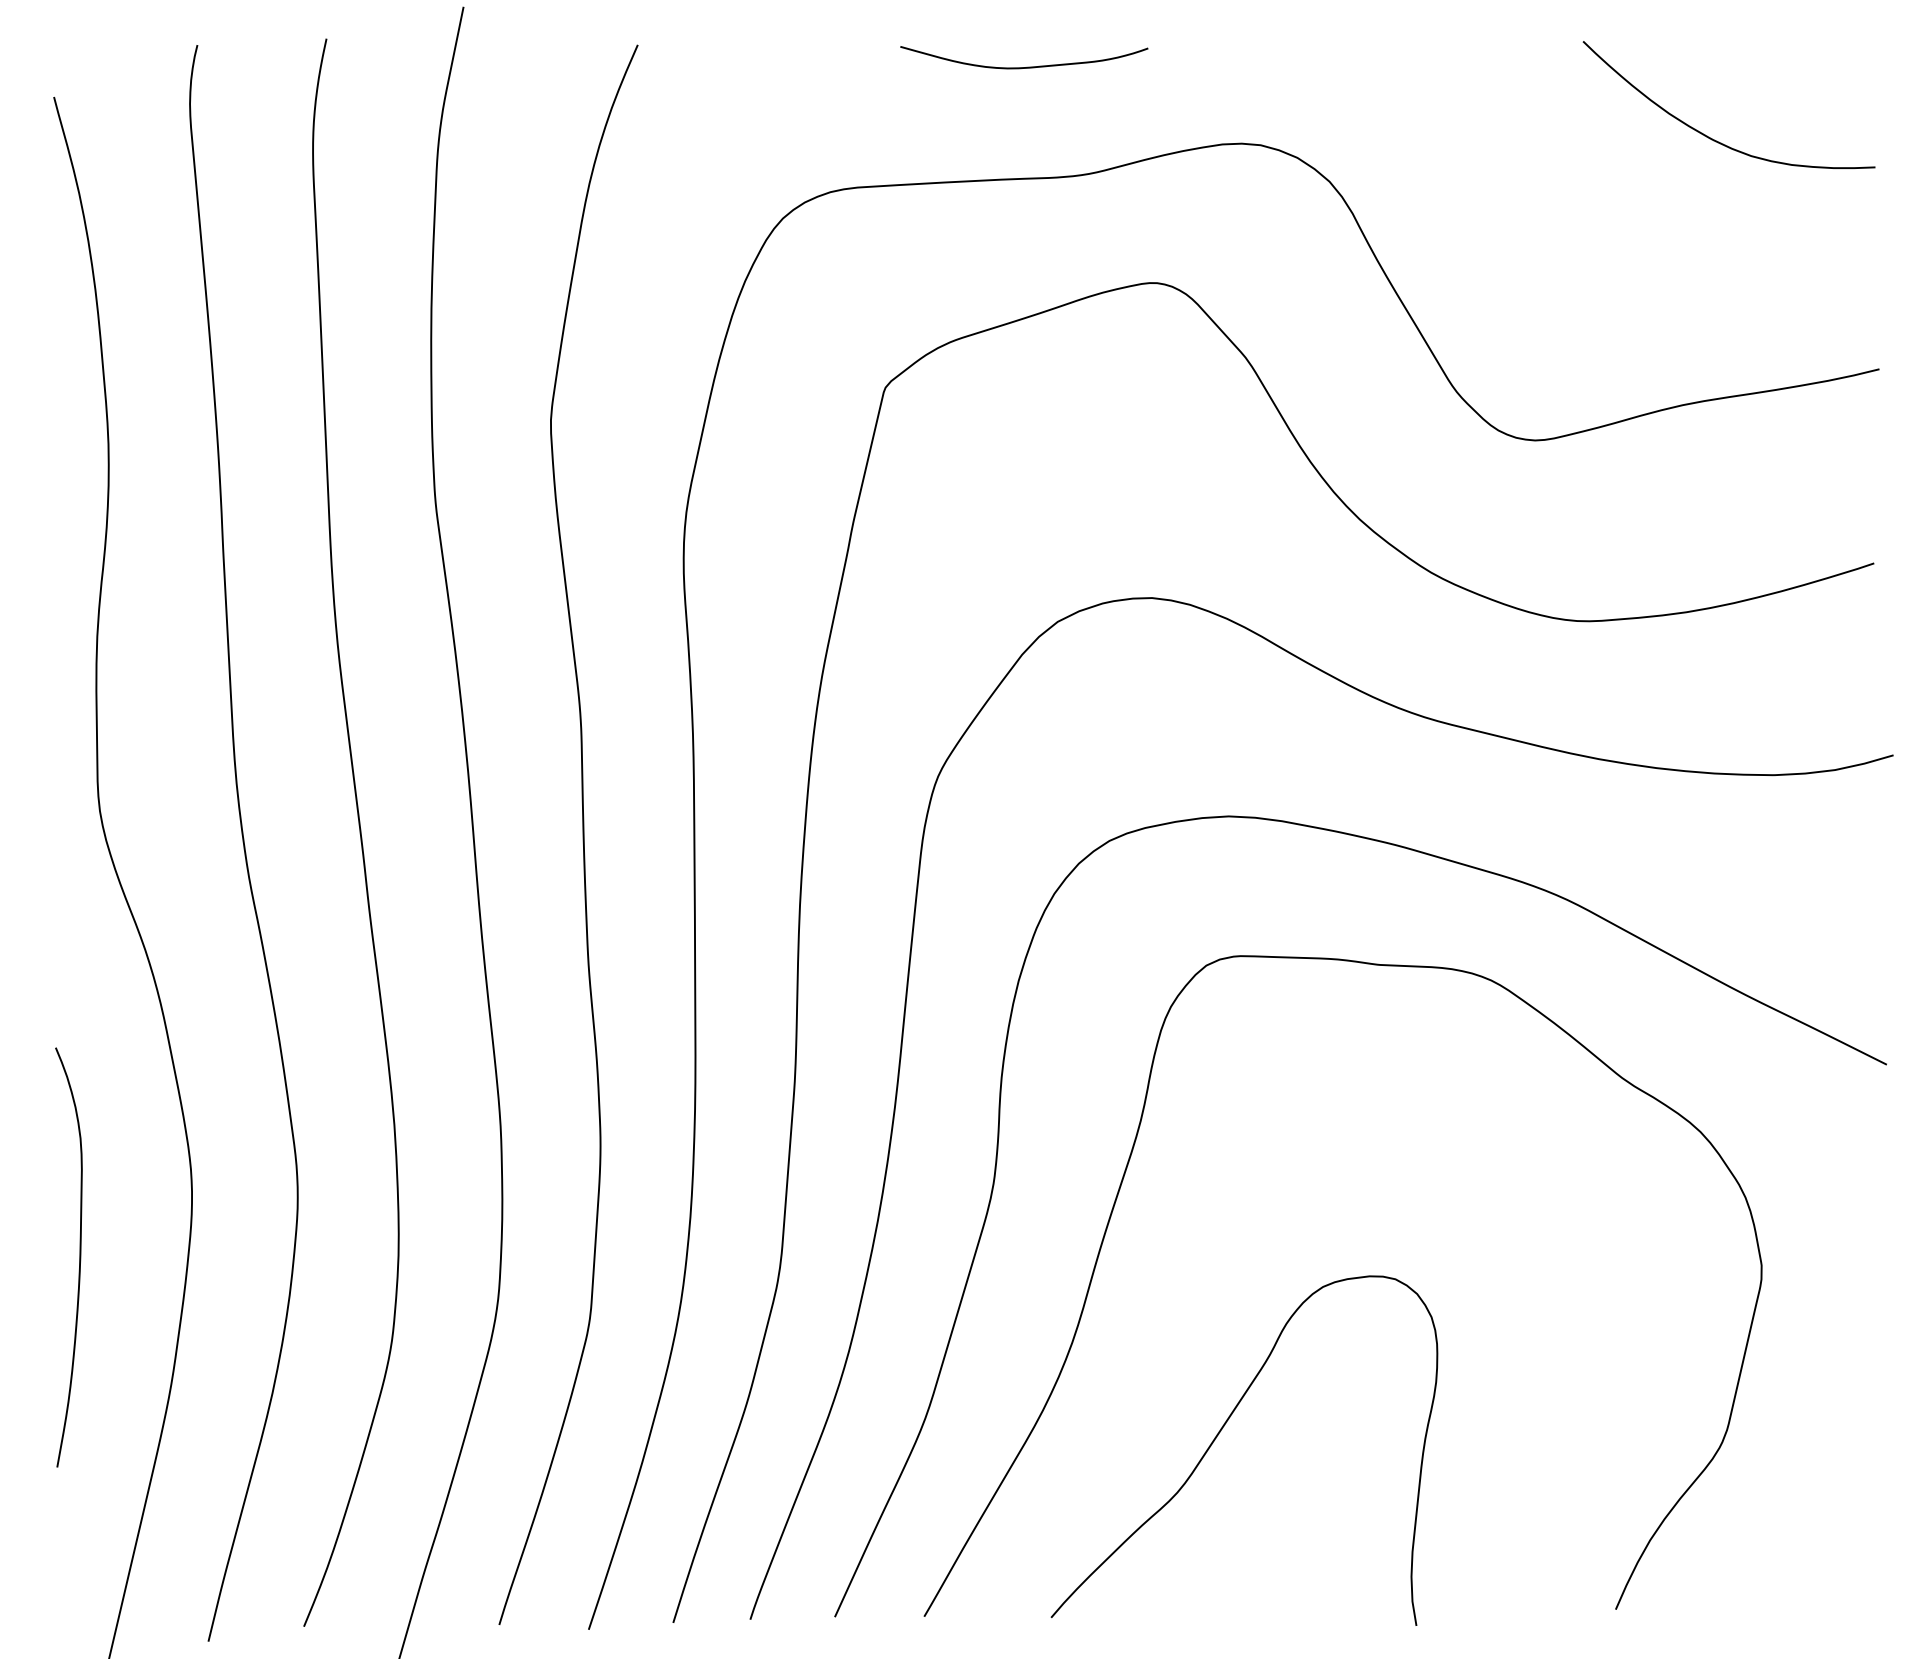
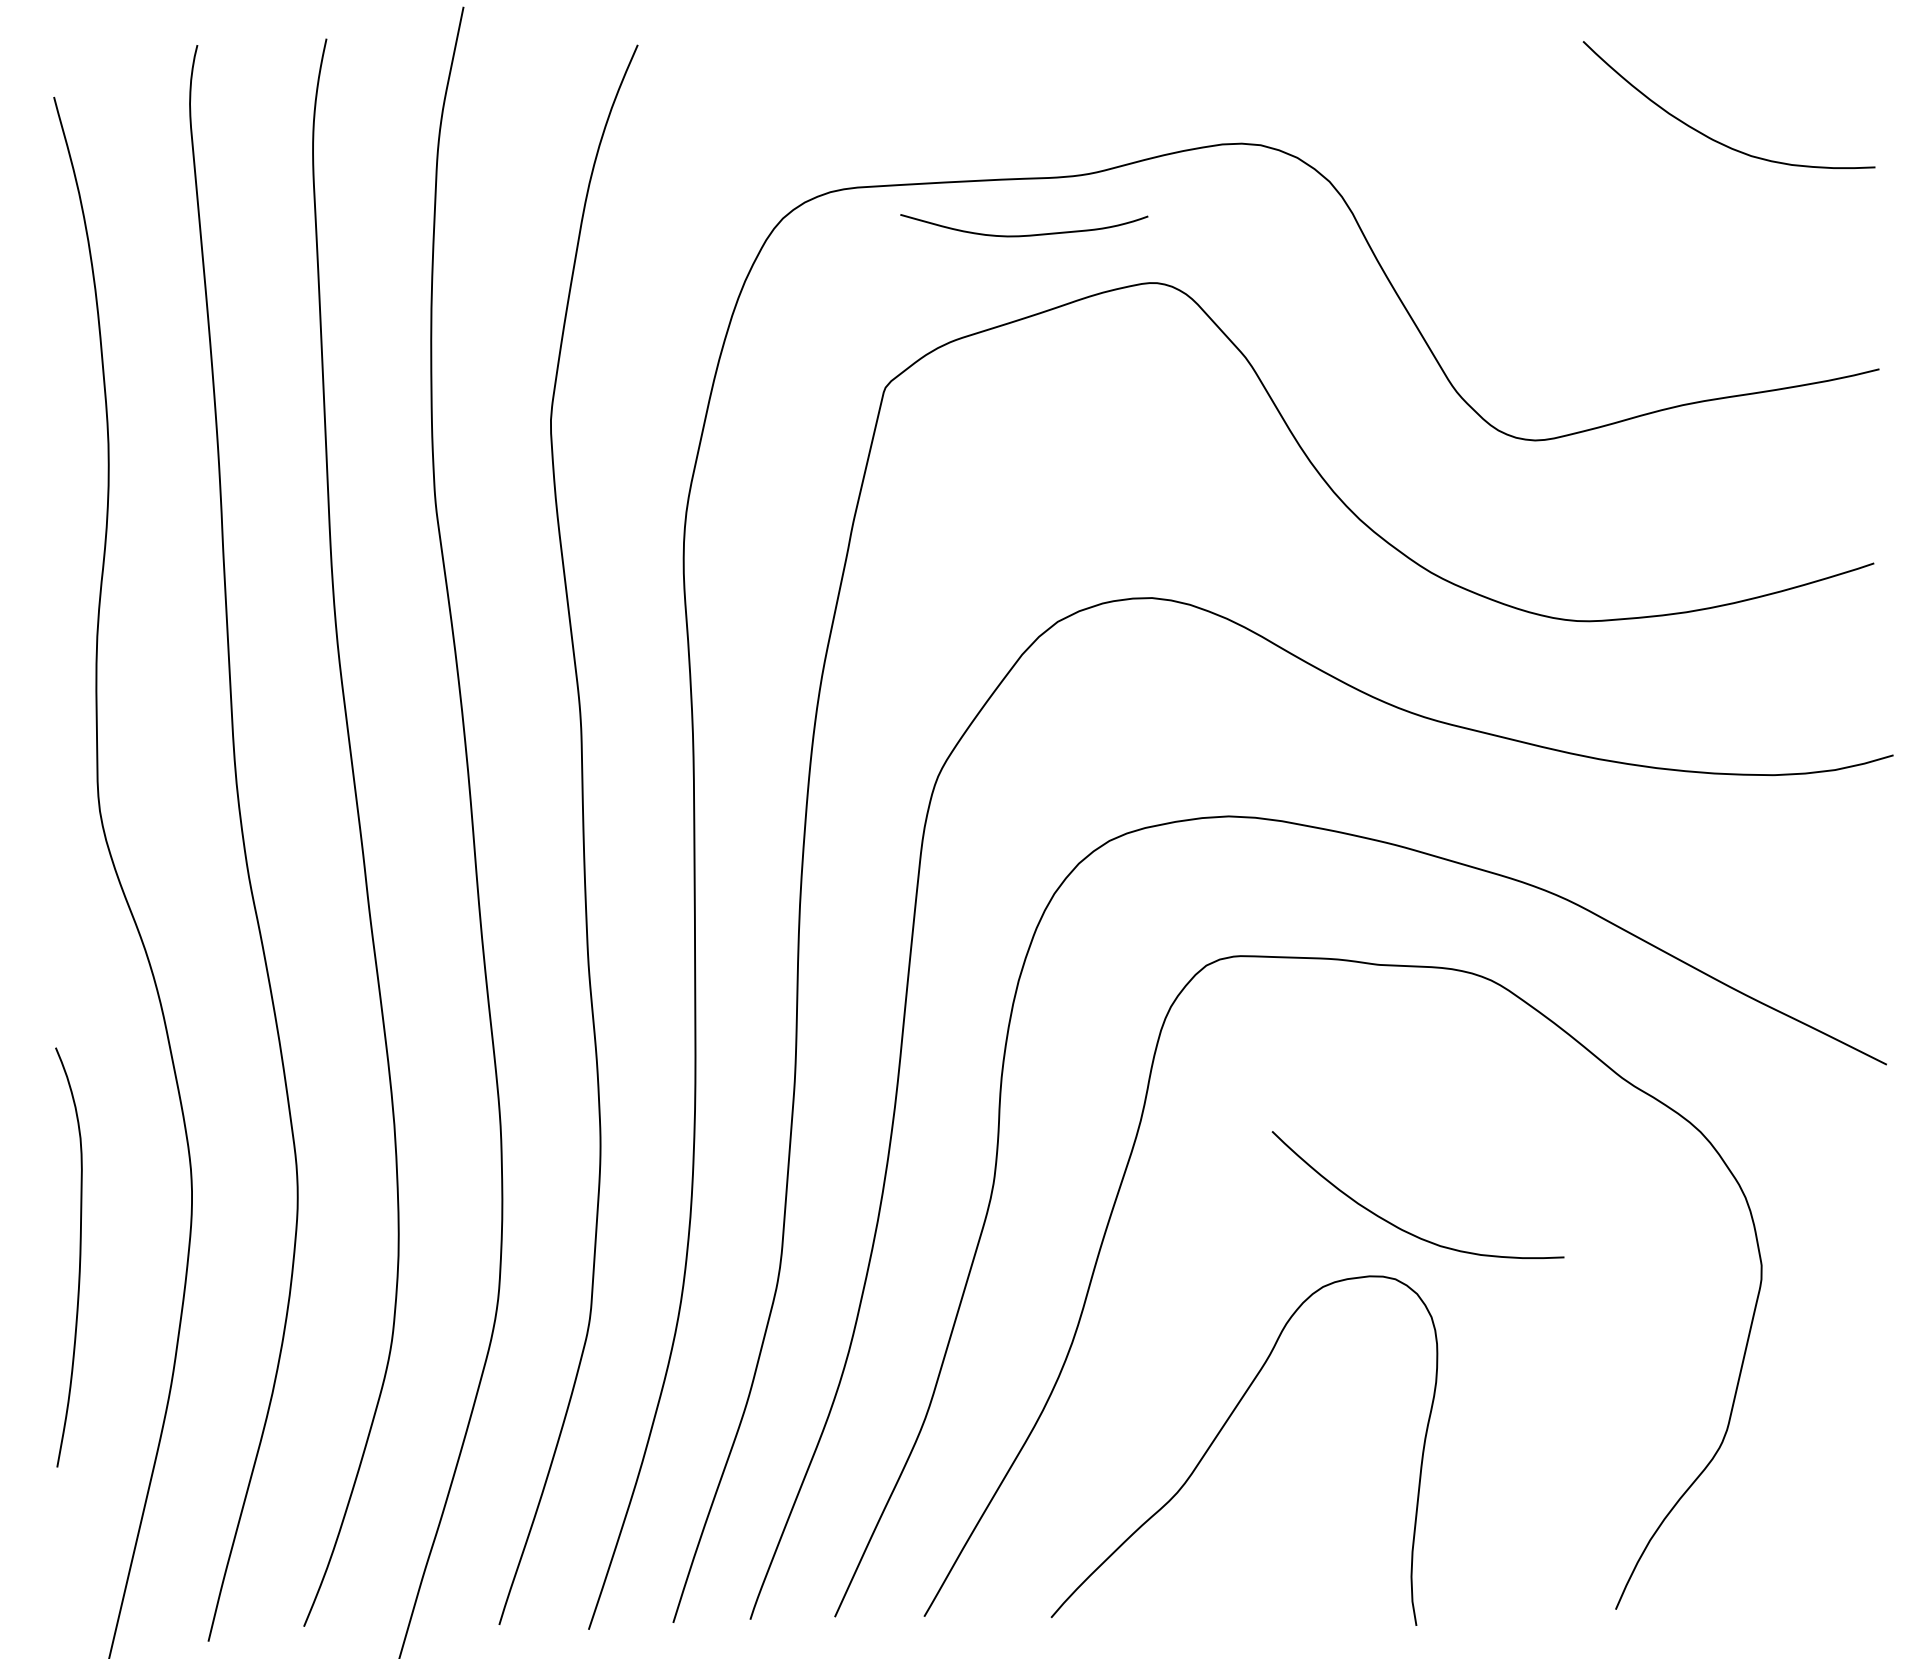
curve at (1027, 66) position: (1027, 66) -> (1027, 234)
curve at (1396, 1225): none -> present
